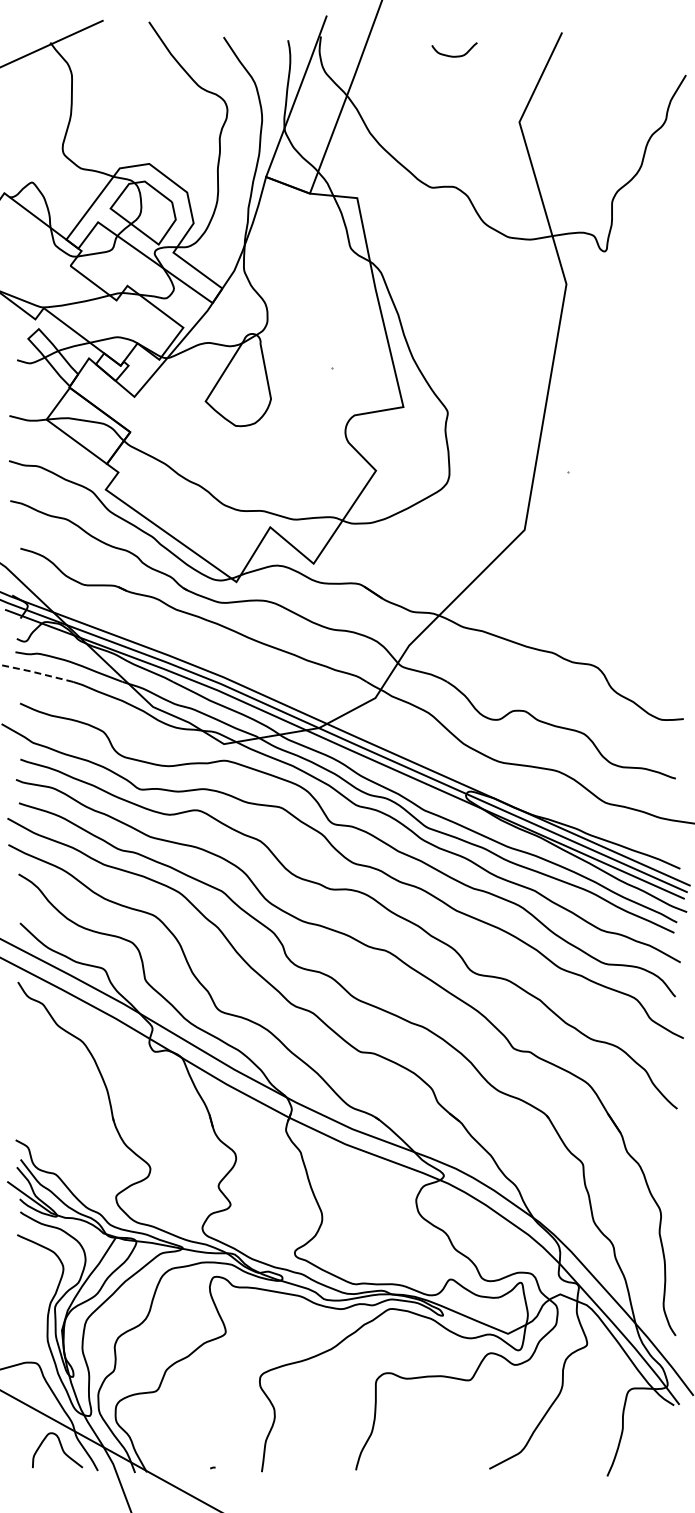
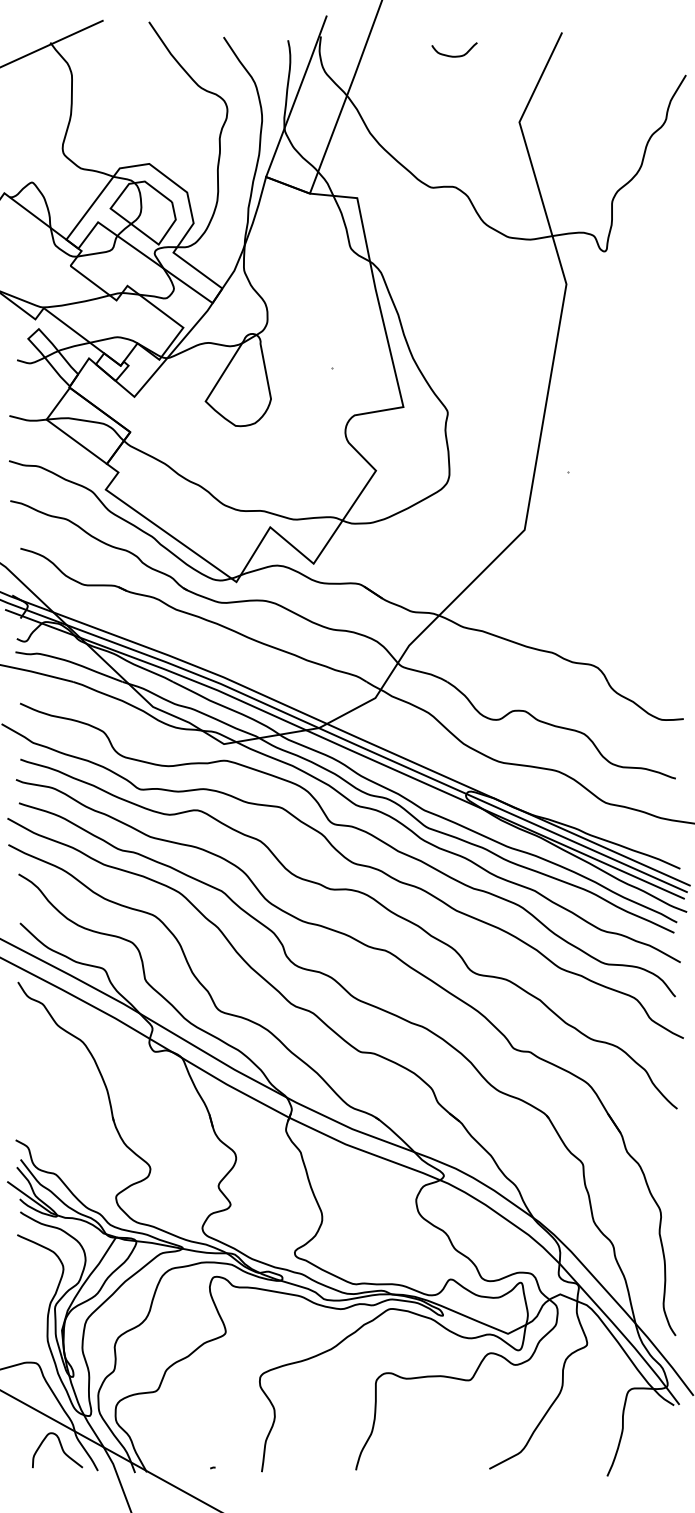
line at (35, 672): dashed -> solid
